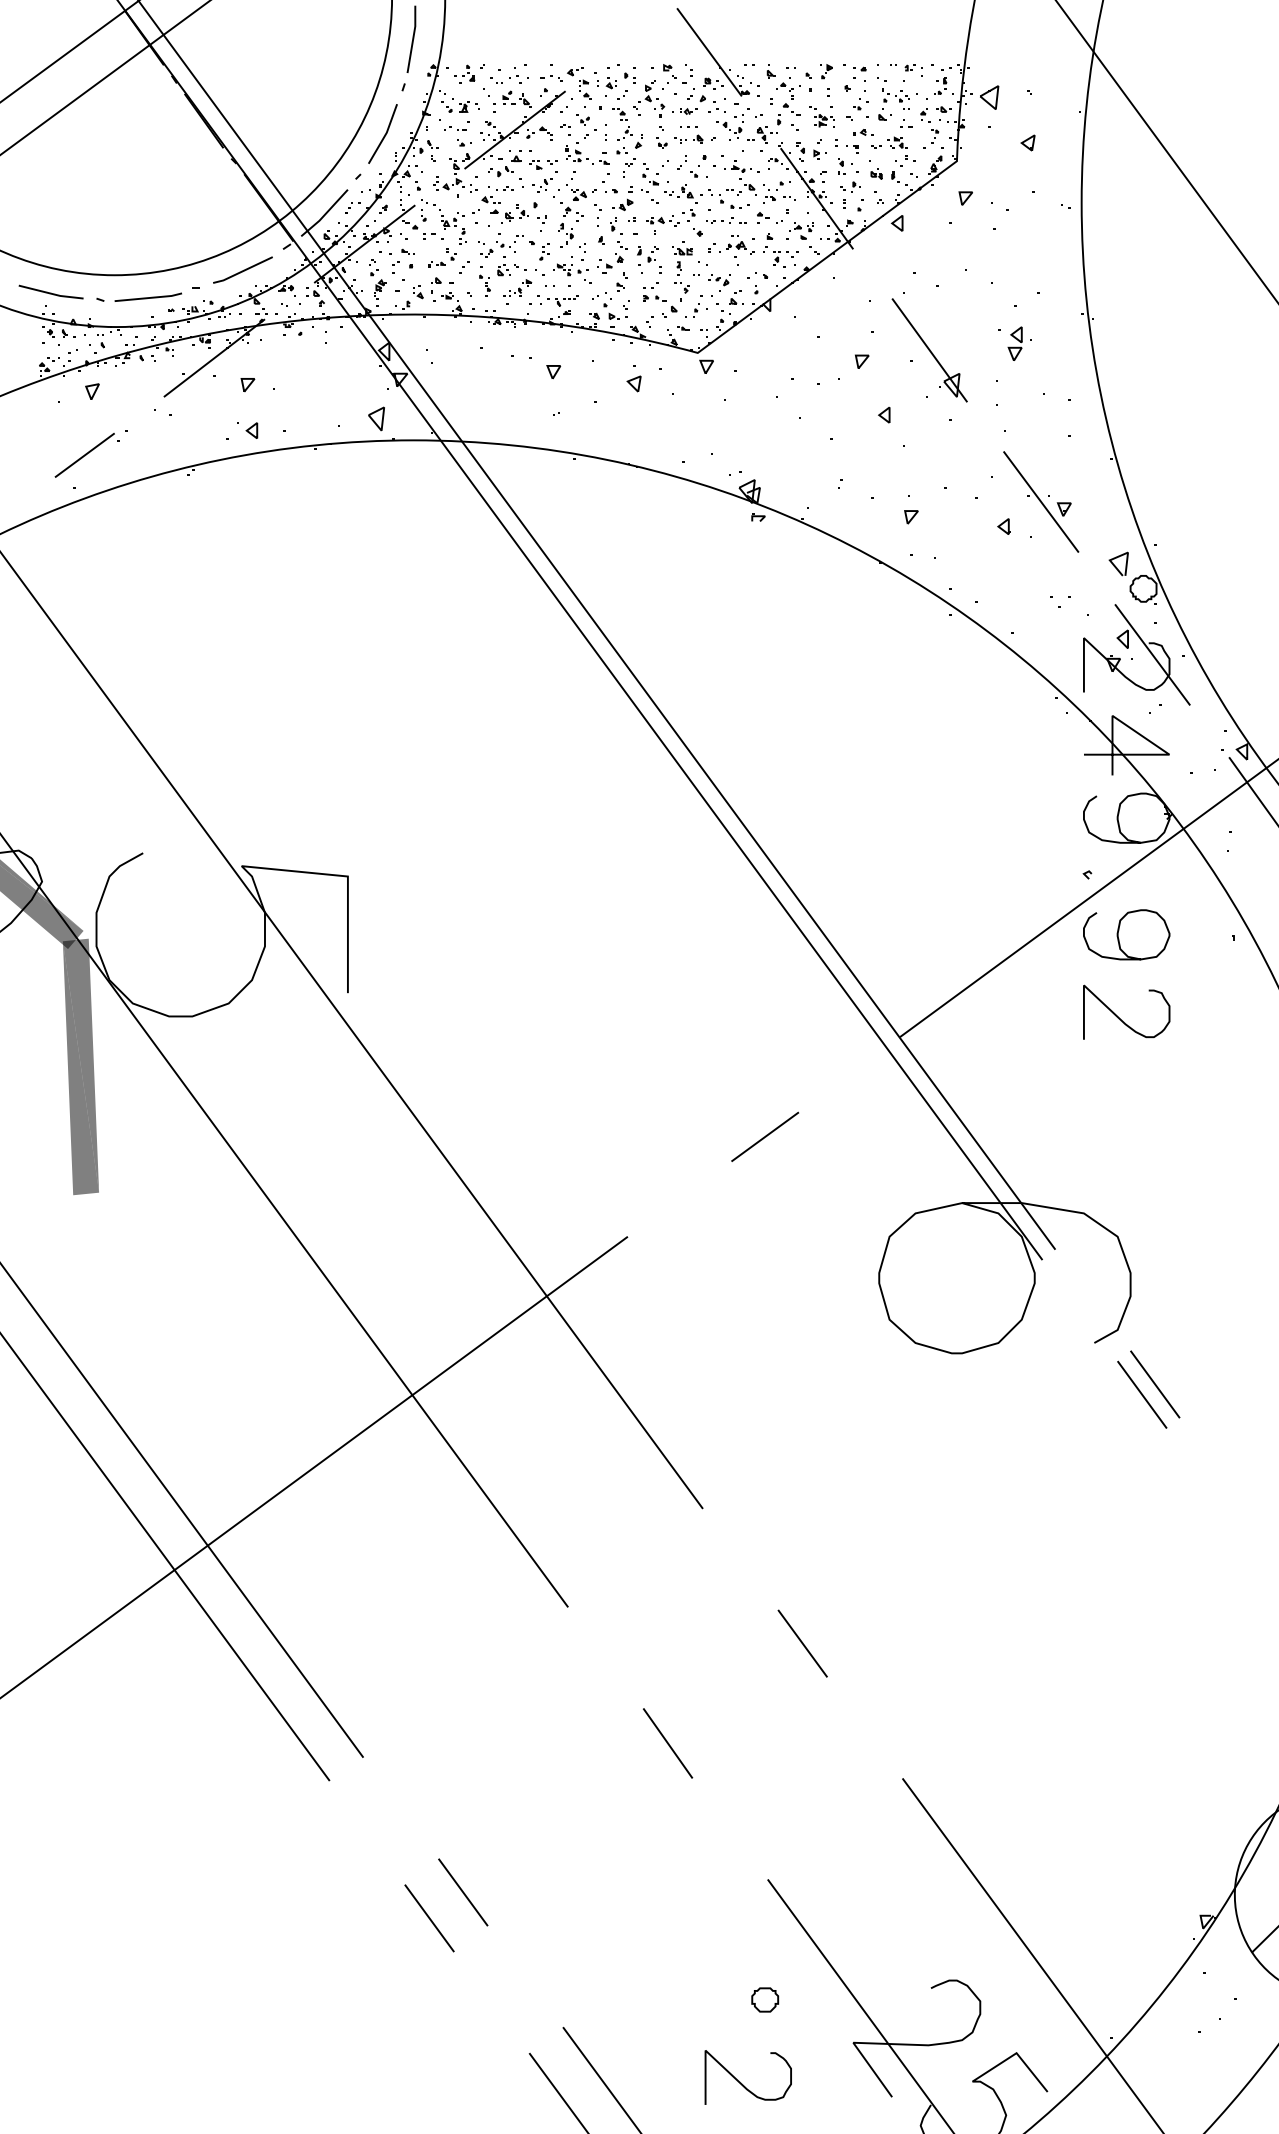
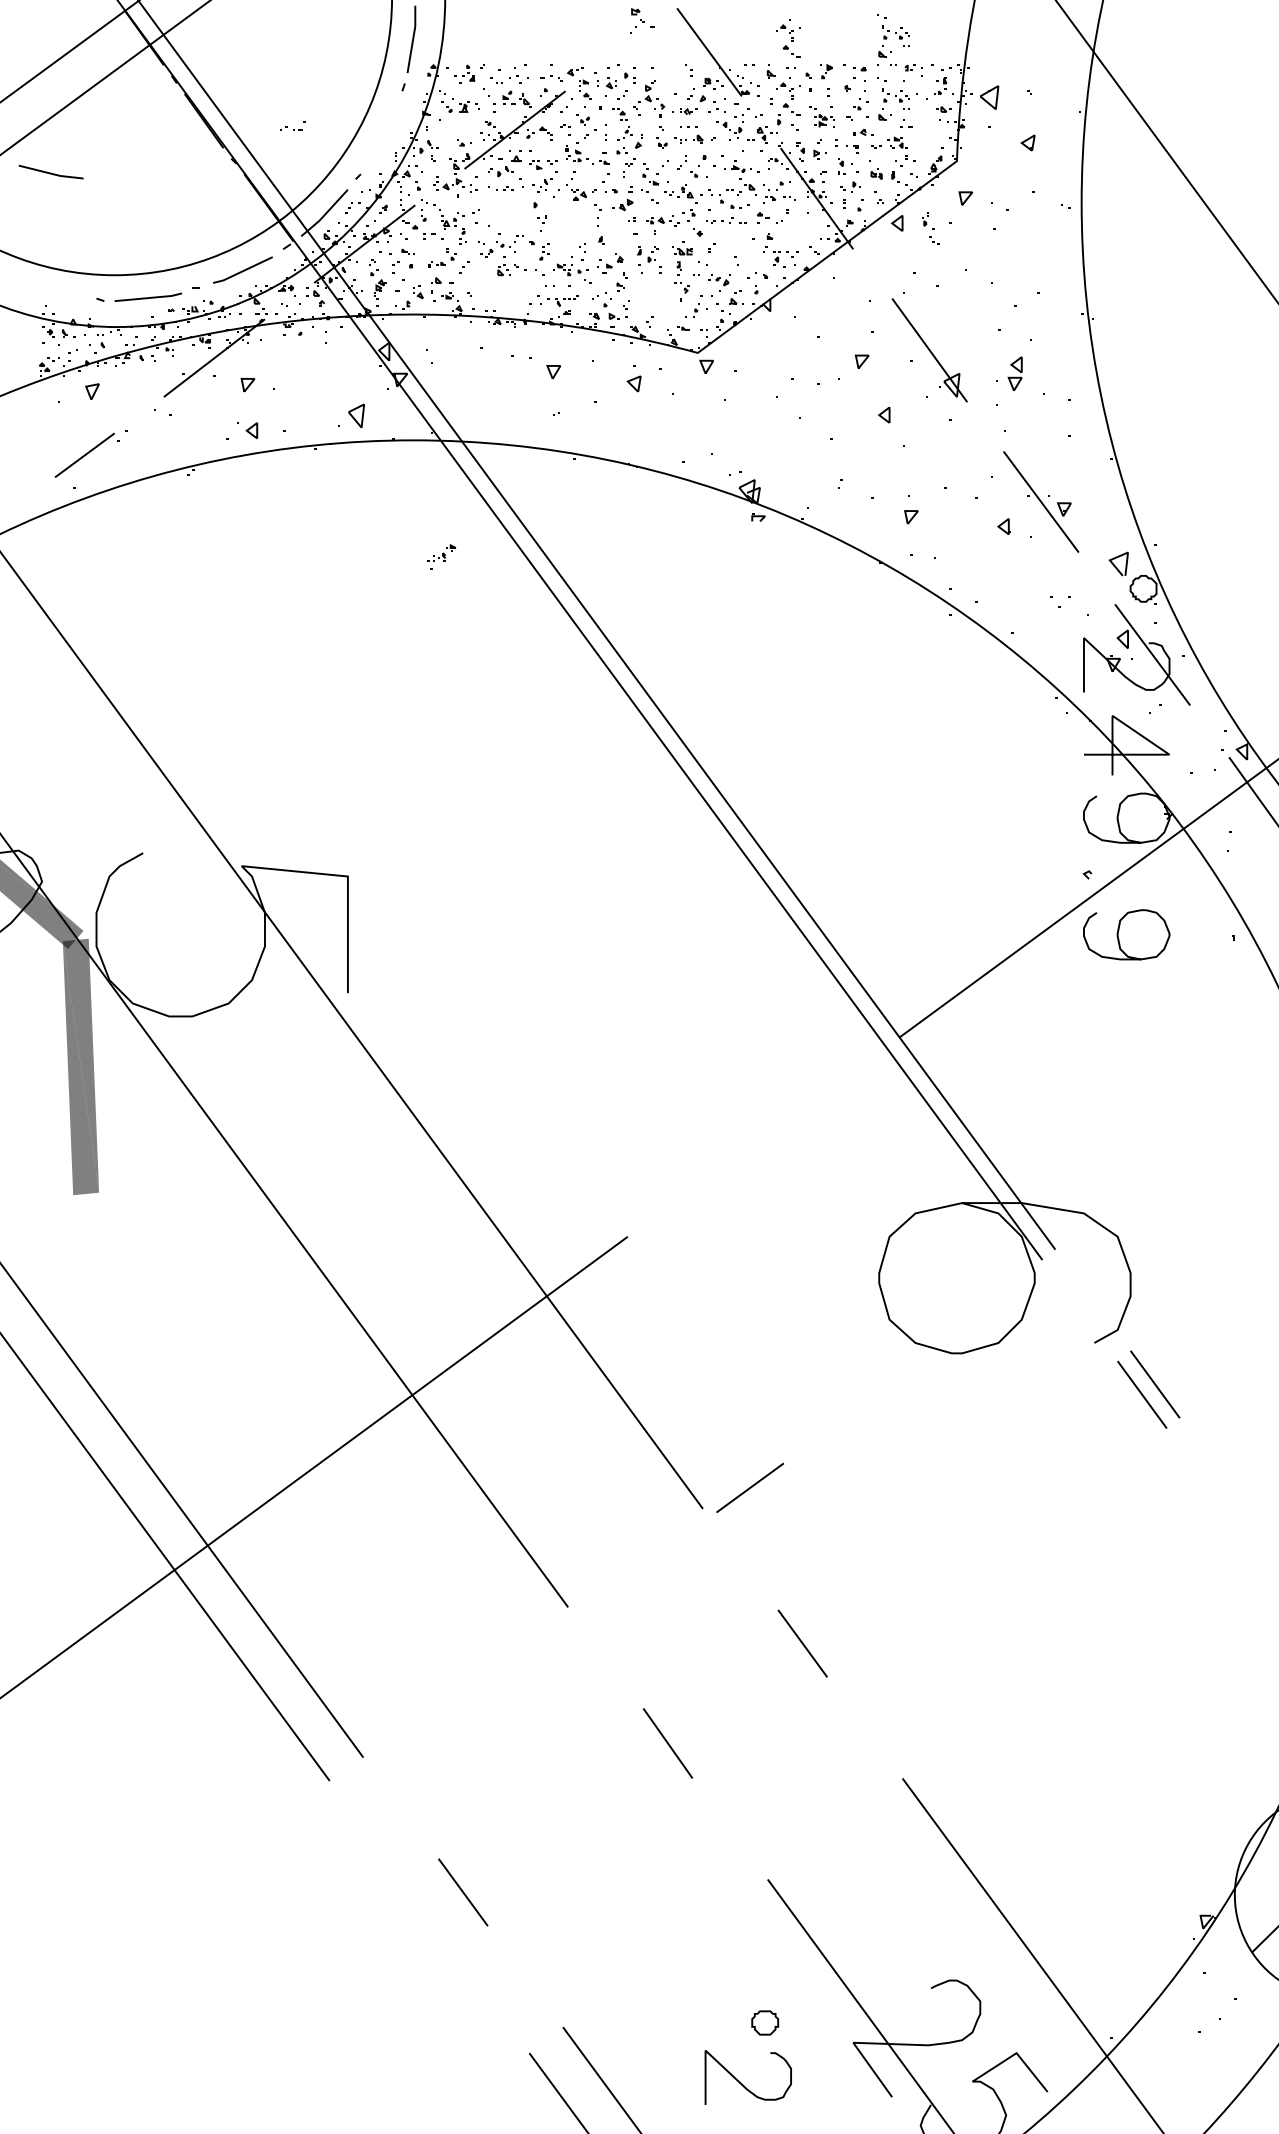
part at (893, 35): none -> present
part at (788, 38): none -> present
part at (674, 76) position: (674, 76) -> (642, 20)
part at (456, 125) position: (456, 125) -> (292, 125)
part at (929, 128): present -> none
line at (384, 134): present -> none
part at (504, 209): present -> none
part at (570, 224): present -> none
part at (799, 230): present -> none
part at (618, 233) position: (618, 233) -> (930, 228)
part at (736, 244): present -> none
part at (484, 281): present -> none
part at (517, 291) position: (517, 291) -> (441, 556)
line at (50, 292) position: (50, 292) -> (50, 172)
part at (660, 299): present -> none
part at (1014, 343) position: (1014, 343) -> (1014, 373)
part at (376, 418) position: (376, 418) -> (356, 415)
curve at (1119, 1017): present -> none
line at (764, 1136) position: (764, 1136) -> (749, 1487)
line at (429, 1918): present -> none
part at (765, 1999) position: (765, 1999) -> (765, 2022)
